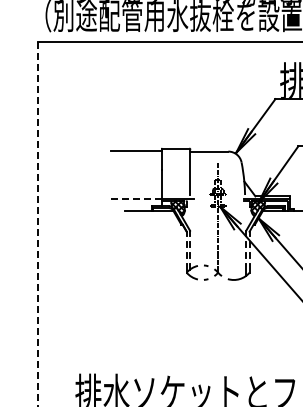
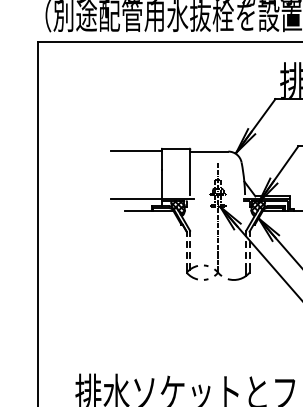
line at (136, 198): dashed -> solid
line at (37, 224): dashed -> solid
